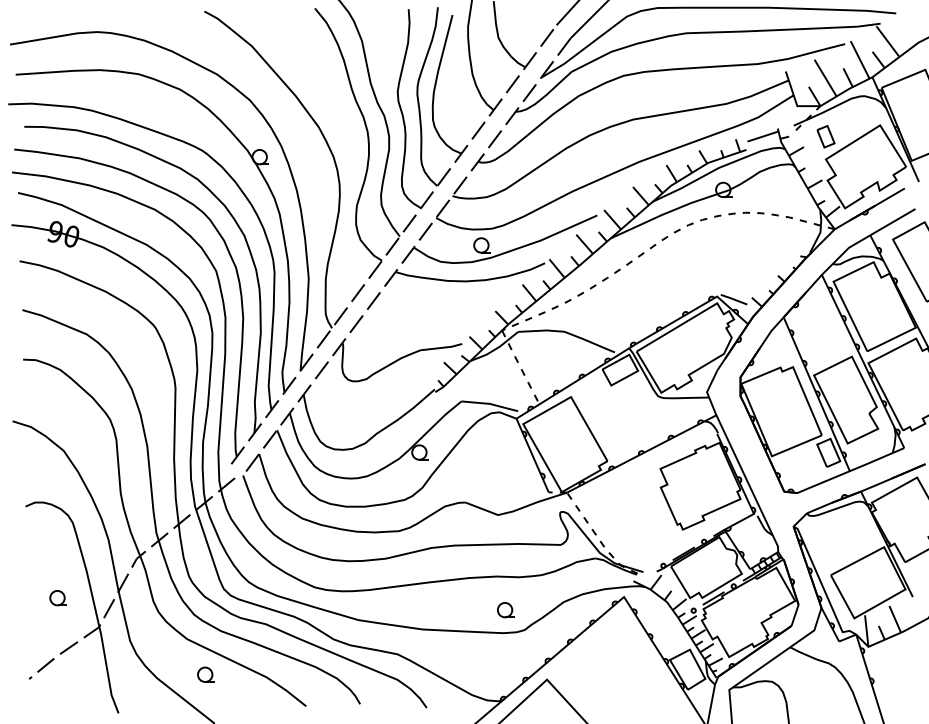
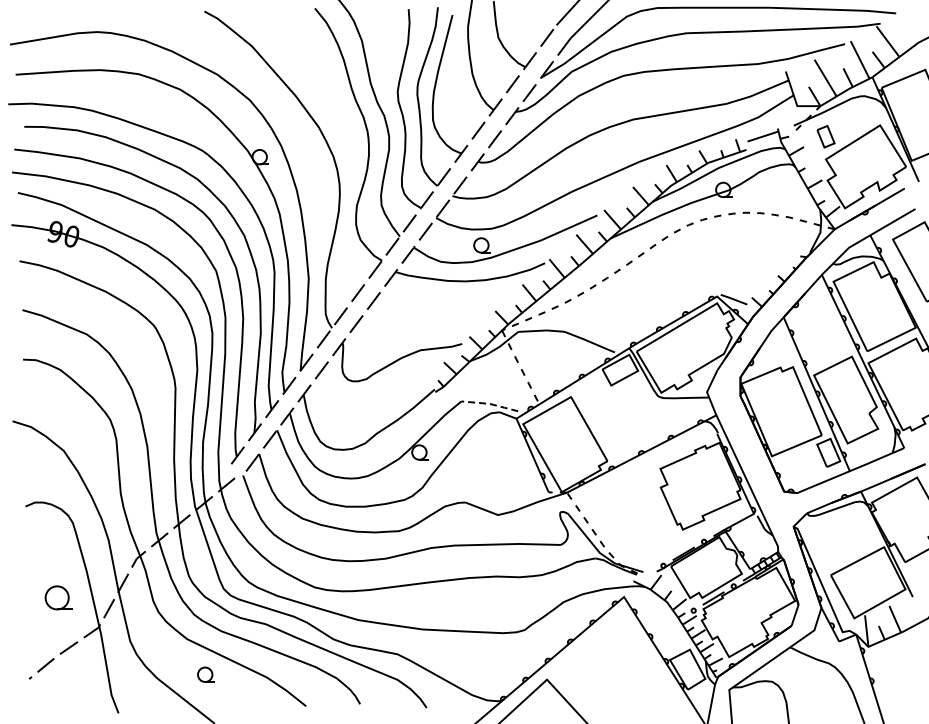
line at (490, 403): solid -> dashed
part at (57, 598) size: 18x17 px -> 29x26 px
part at (505, 610): present -> none
